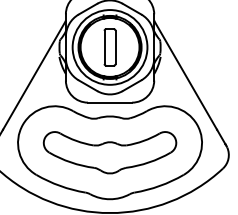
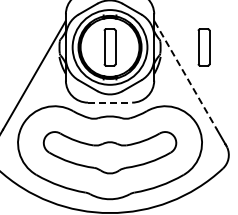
part at (203, 47): none -> present
line at (186, 76): solid -> dashed
line at (110, 102): solid -> dashed
